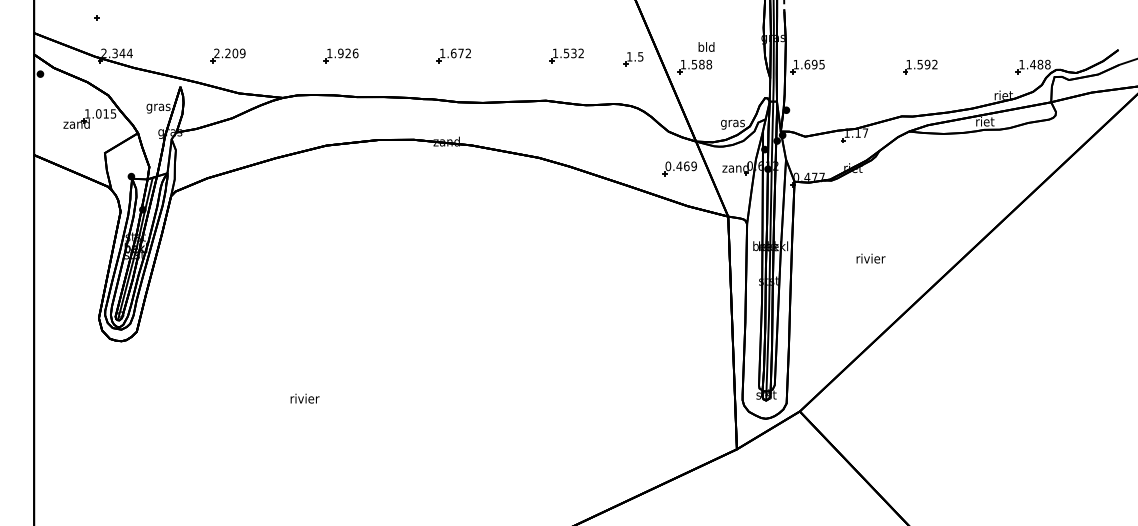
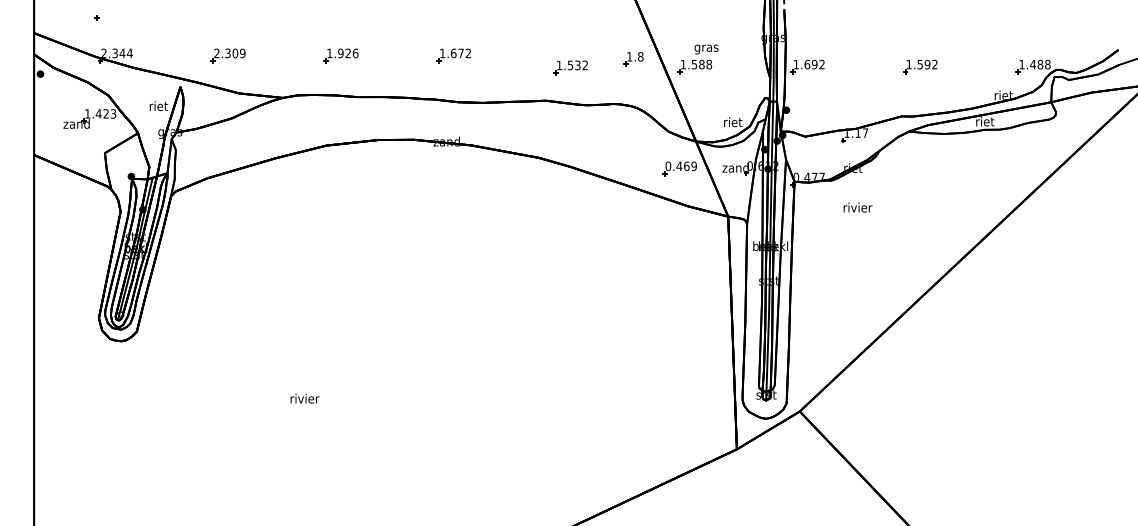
text at (706, 48): bld -> gras
text at (227, 53): 2.209 -> 2.309
part at (566, 55) position: (566, 55) -> (570, 67)
text at (640, 56): 1.5 -> 1.8
text at (821, 64): 1.695 -> 1.692
text at (158, 107): gras -> riet
text at (105, 113): 1.015 -> 1.423
text at (732, 123): gras -> riet
text at (870, 258) position: (870, 258) -> (857, 207)
